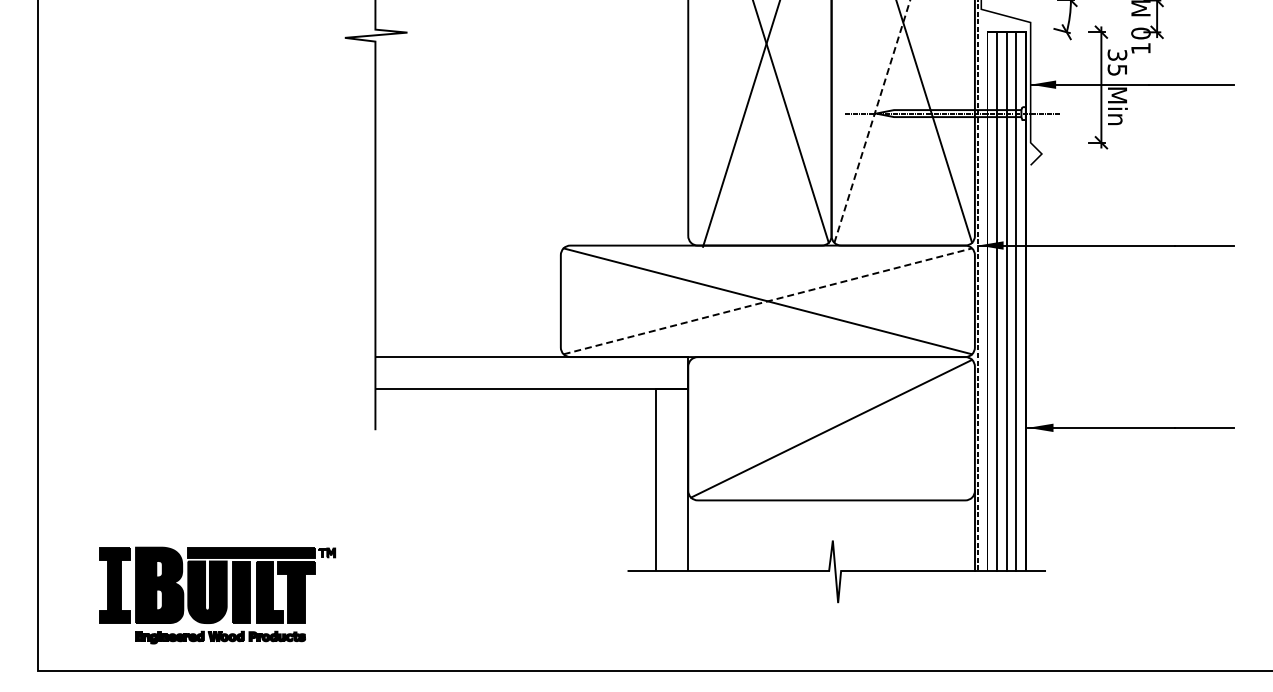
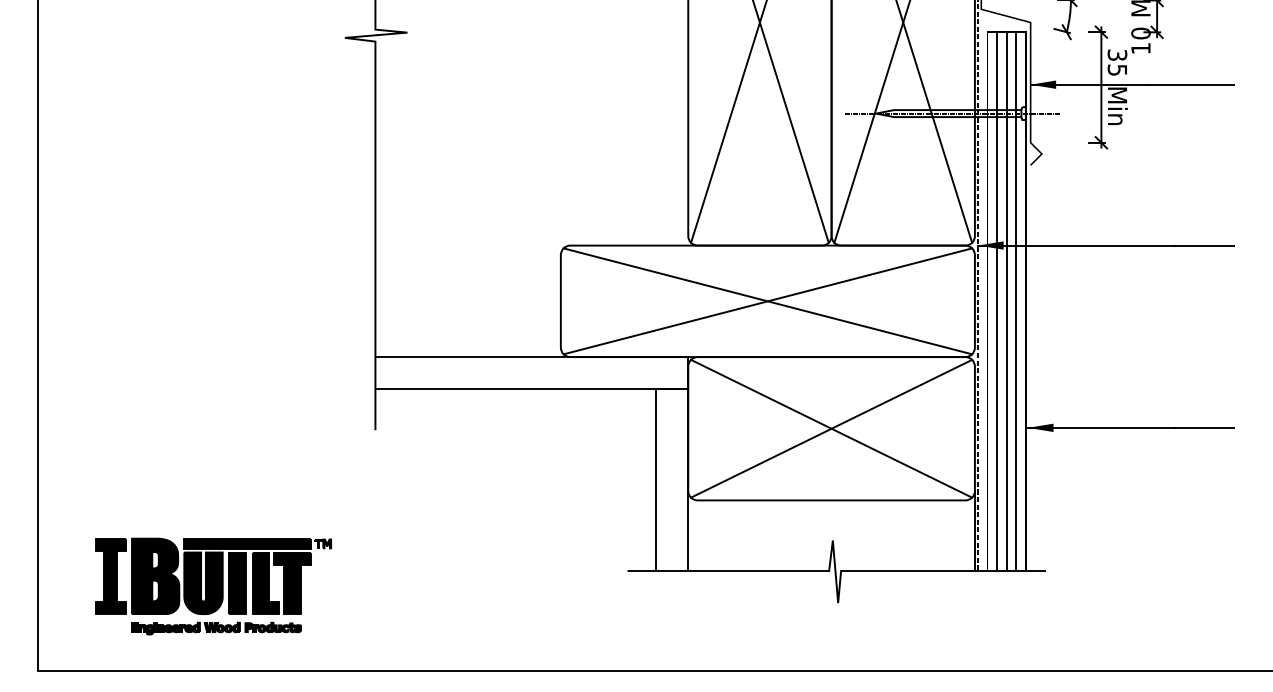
line at (872, 121): dashed -> solid
line at (741, 124) position: (741, 124) -> (728, 122)
line at (767, 301): dashed -> solid
line at (831, 428): none -> present
part at (217, 595) position: (217, 595) -> (213, 586)
